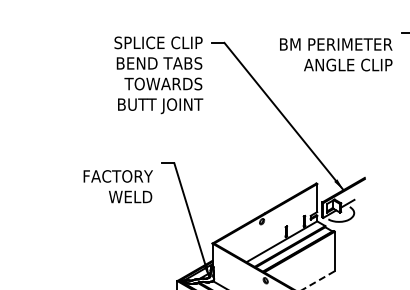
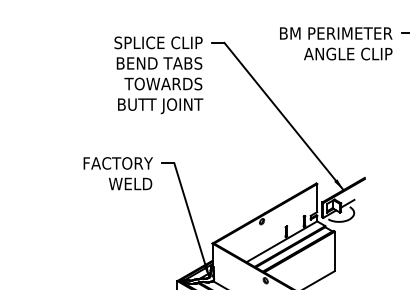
text at (336, 54) position: (336, 54) -> (336, 43)
text at (117, 186) position: (117, 186) -> (117, 173)
line at (318, 280): dashed -> solid
